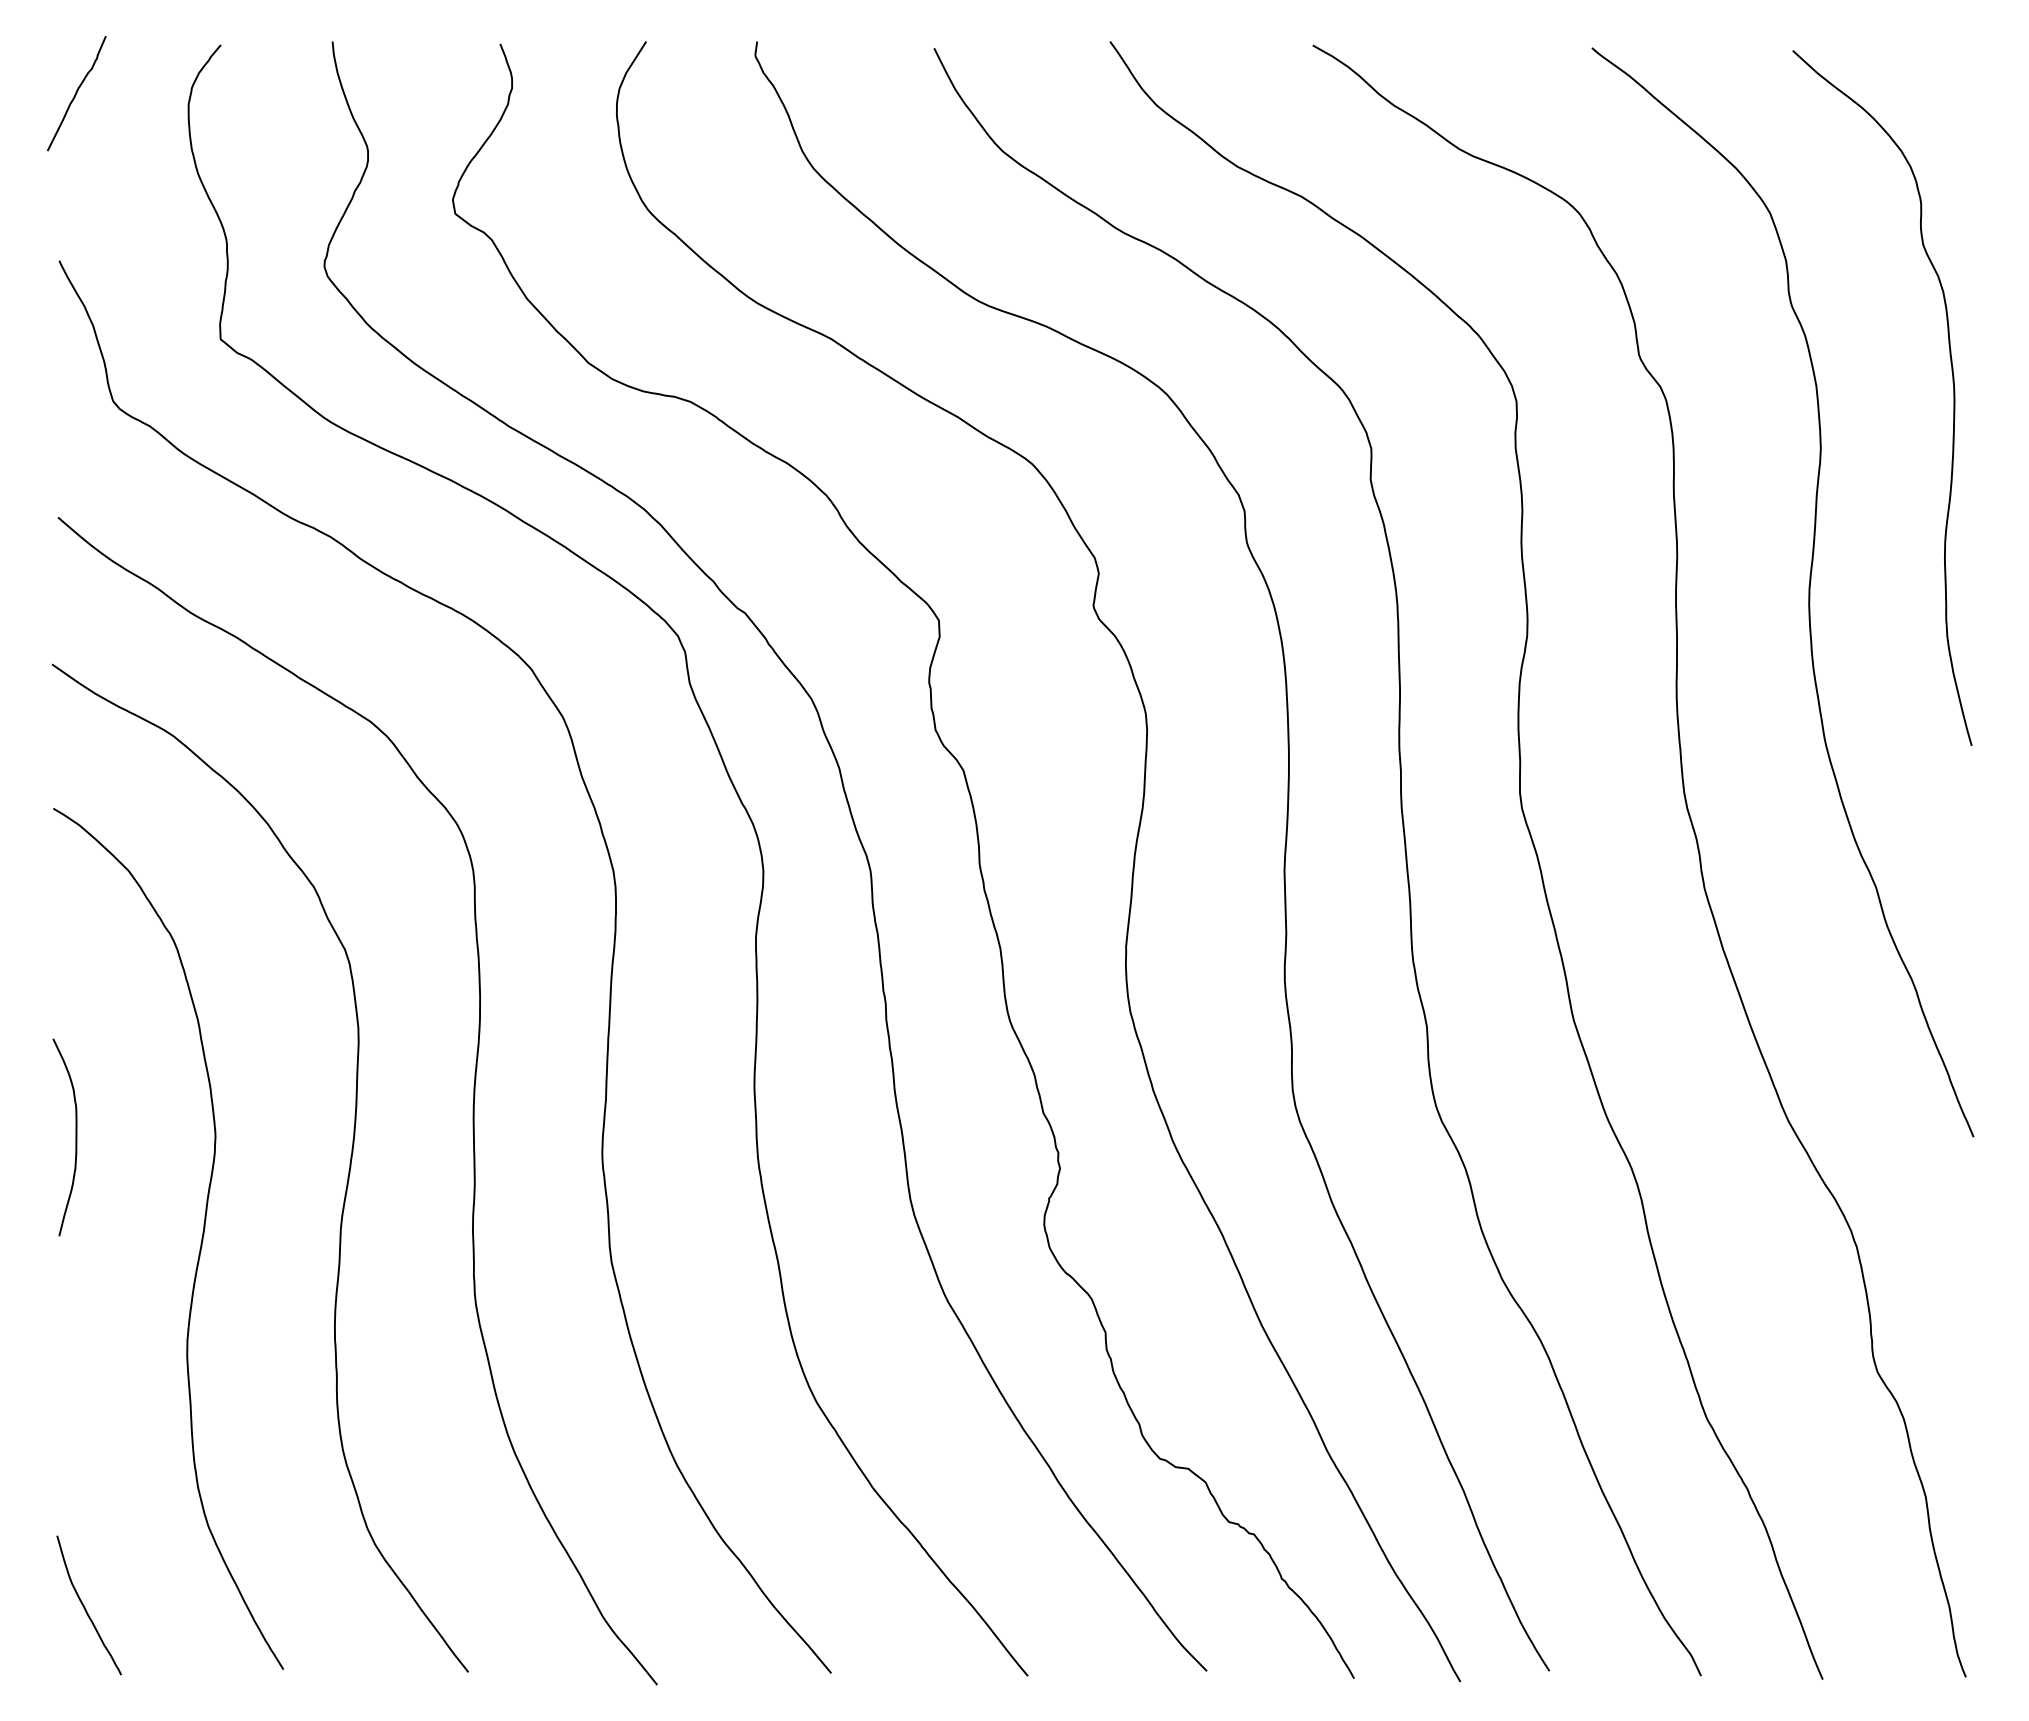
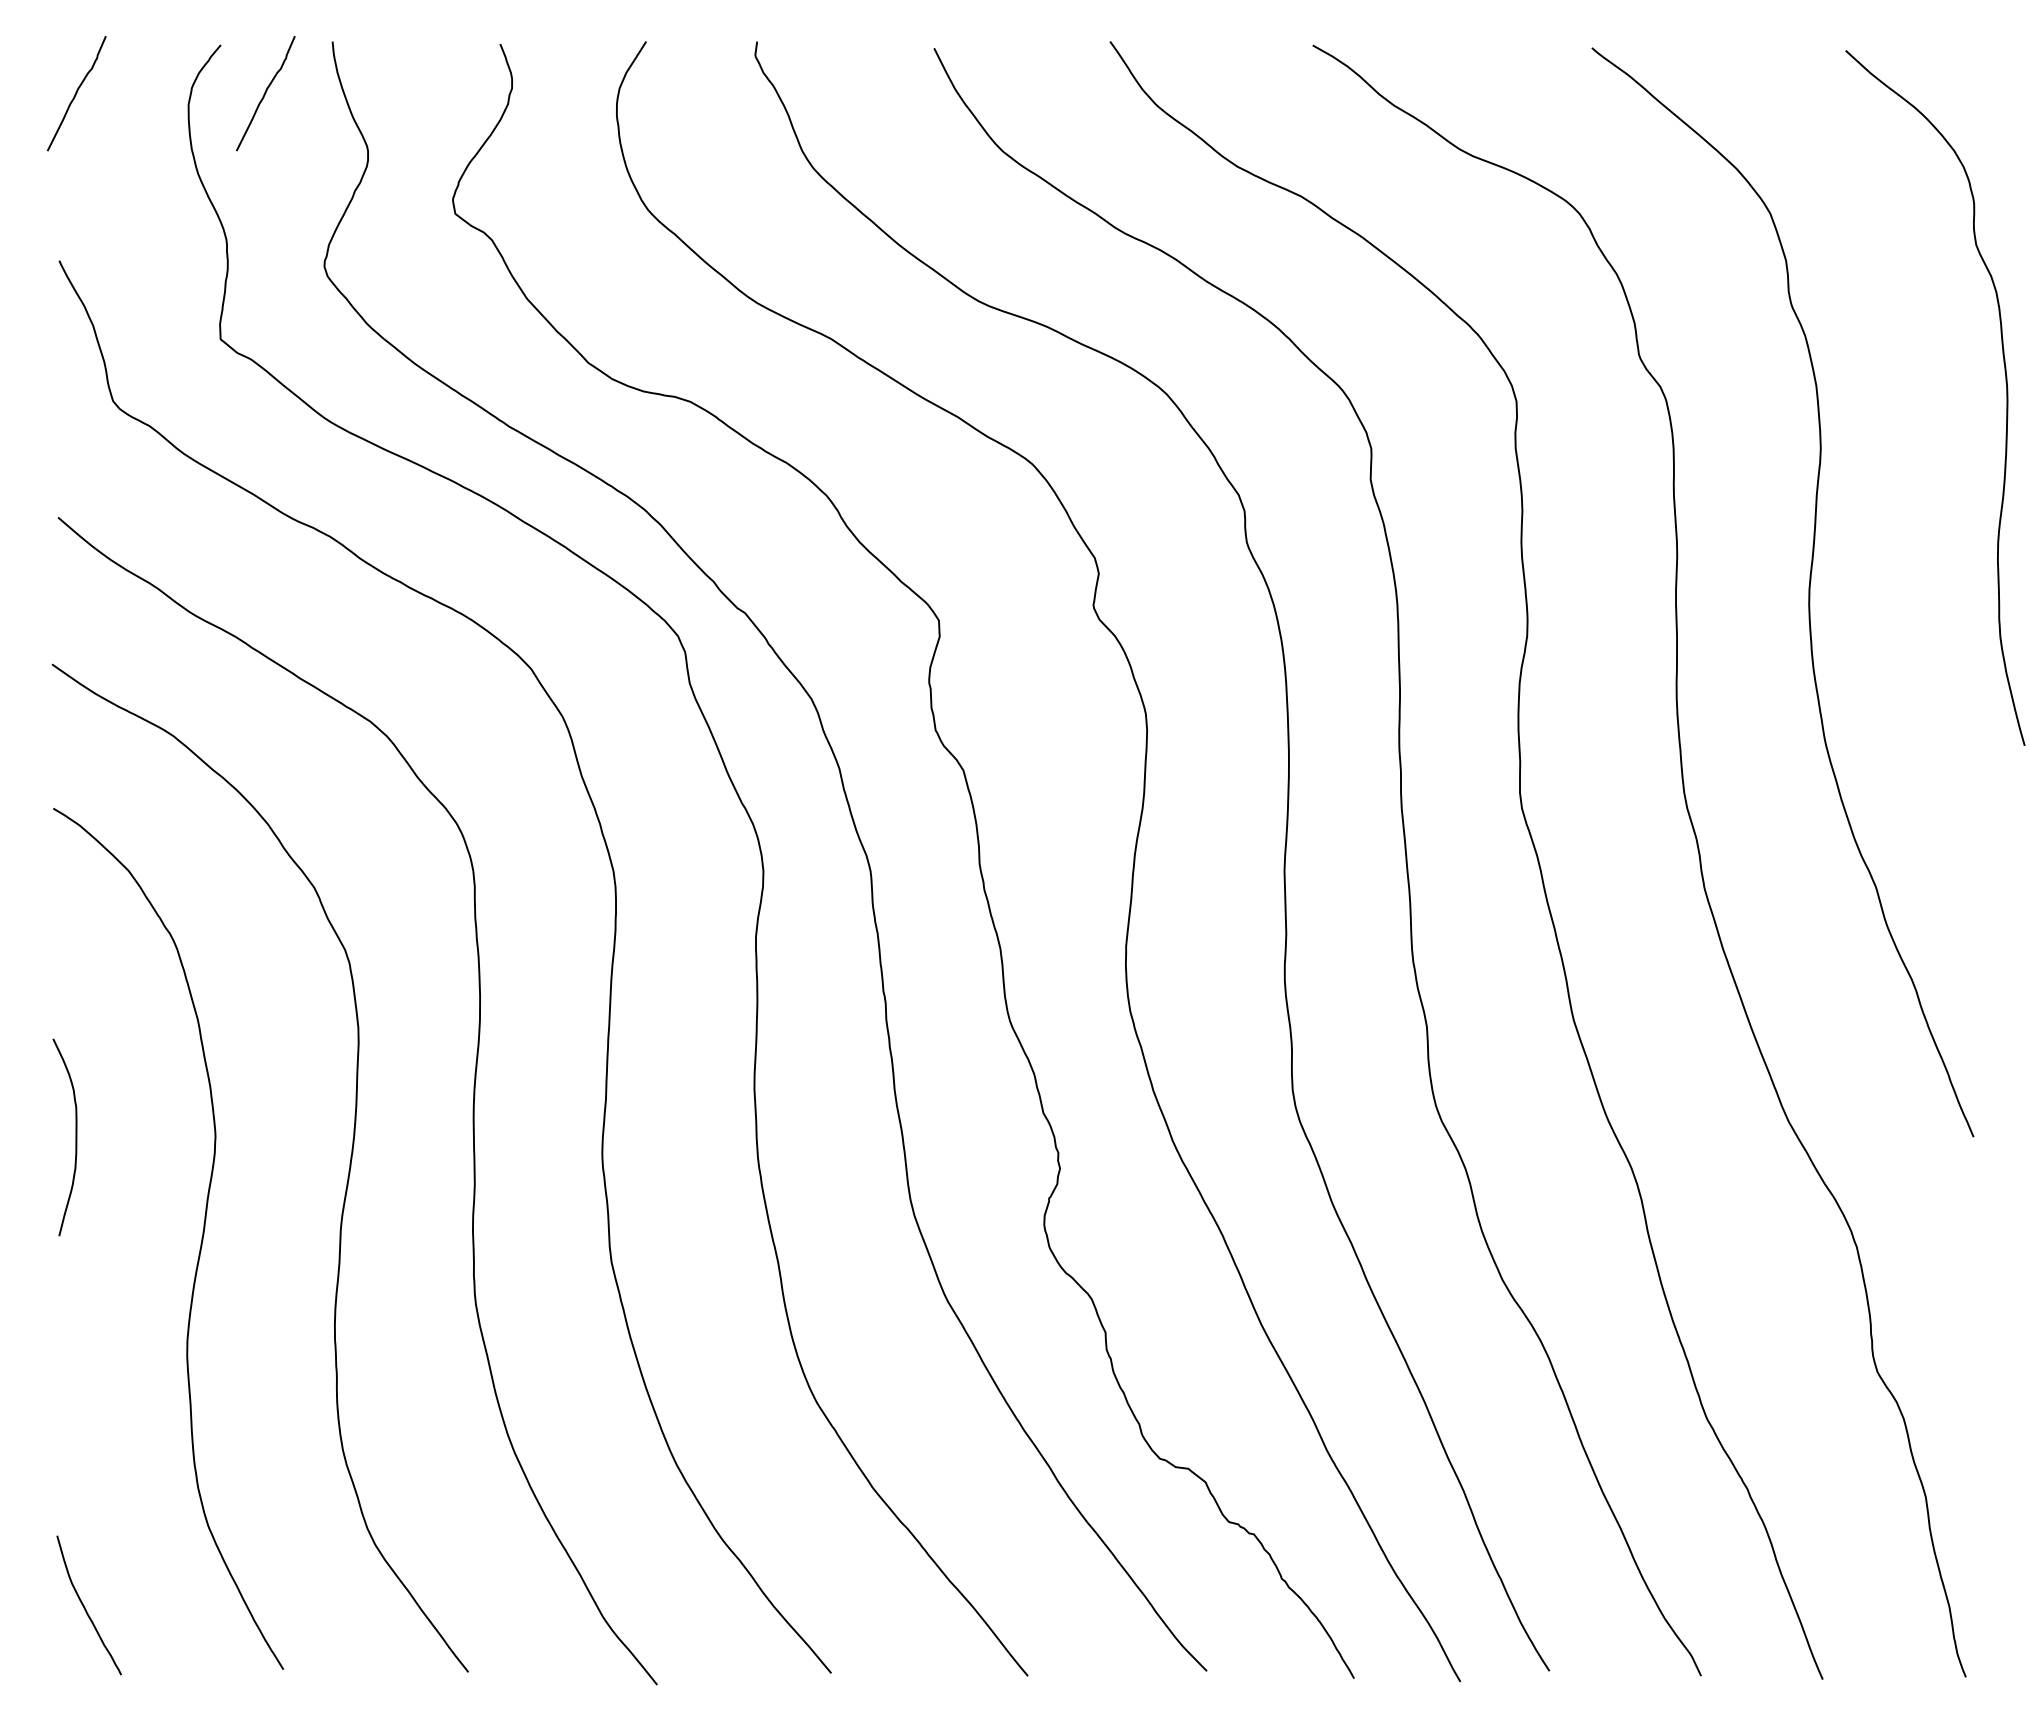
curve at (265, 93): none -> present
curve at (1953, 397) position: (1953, 397) -> (2006, 397)
